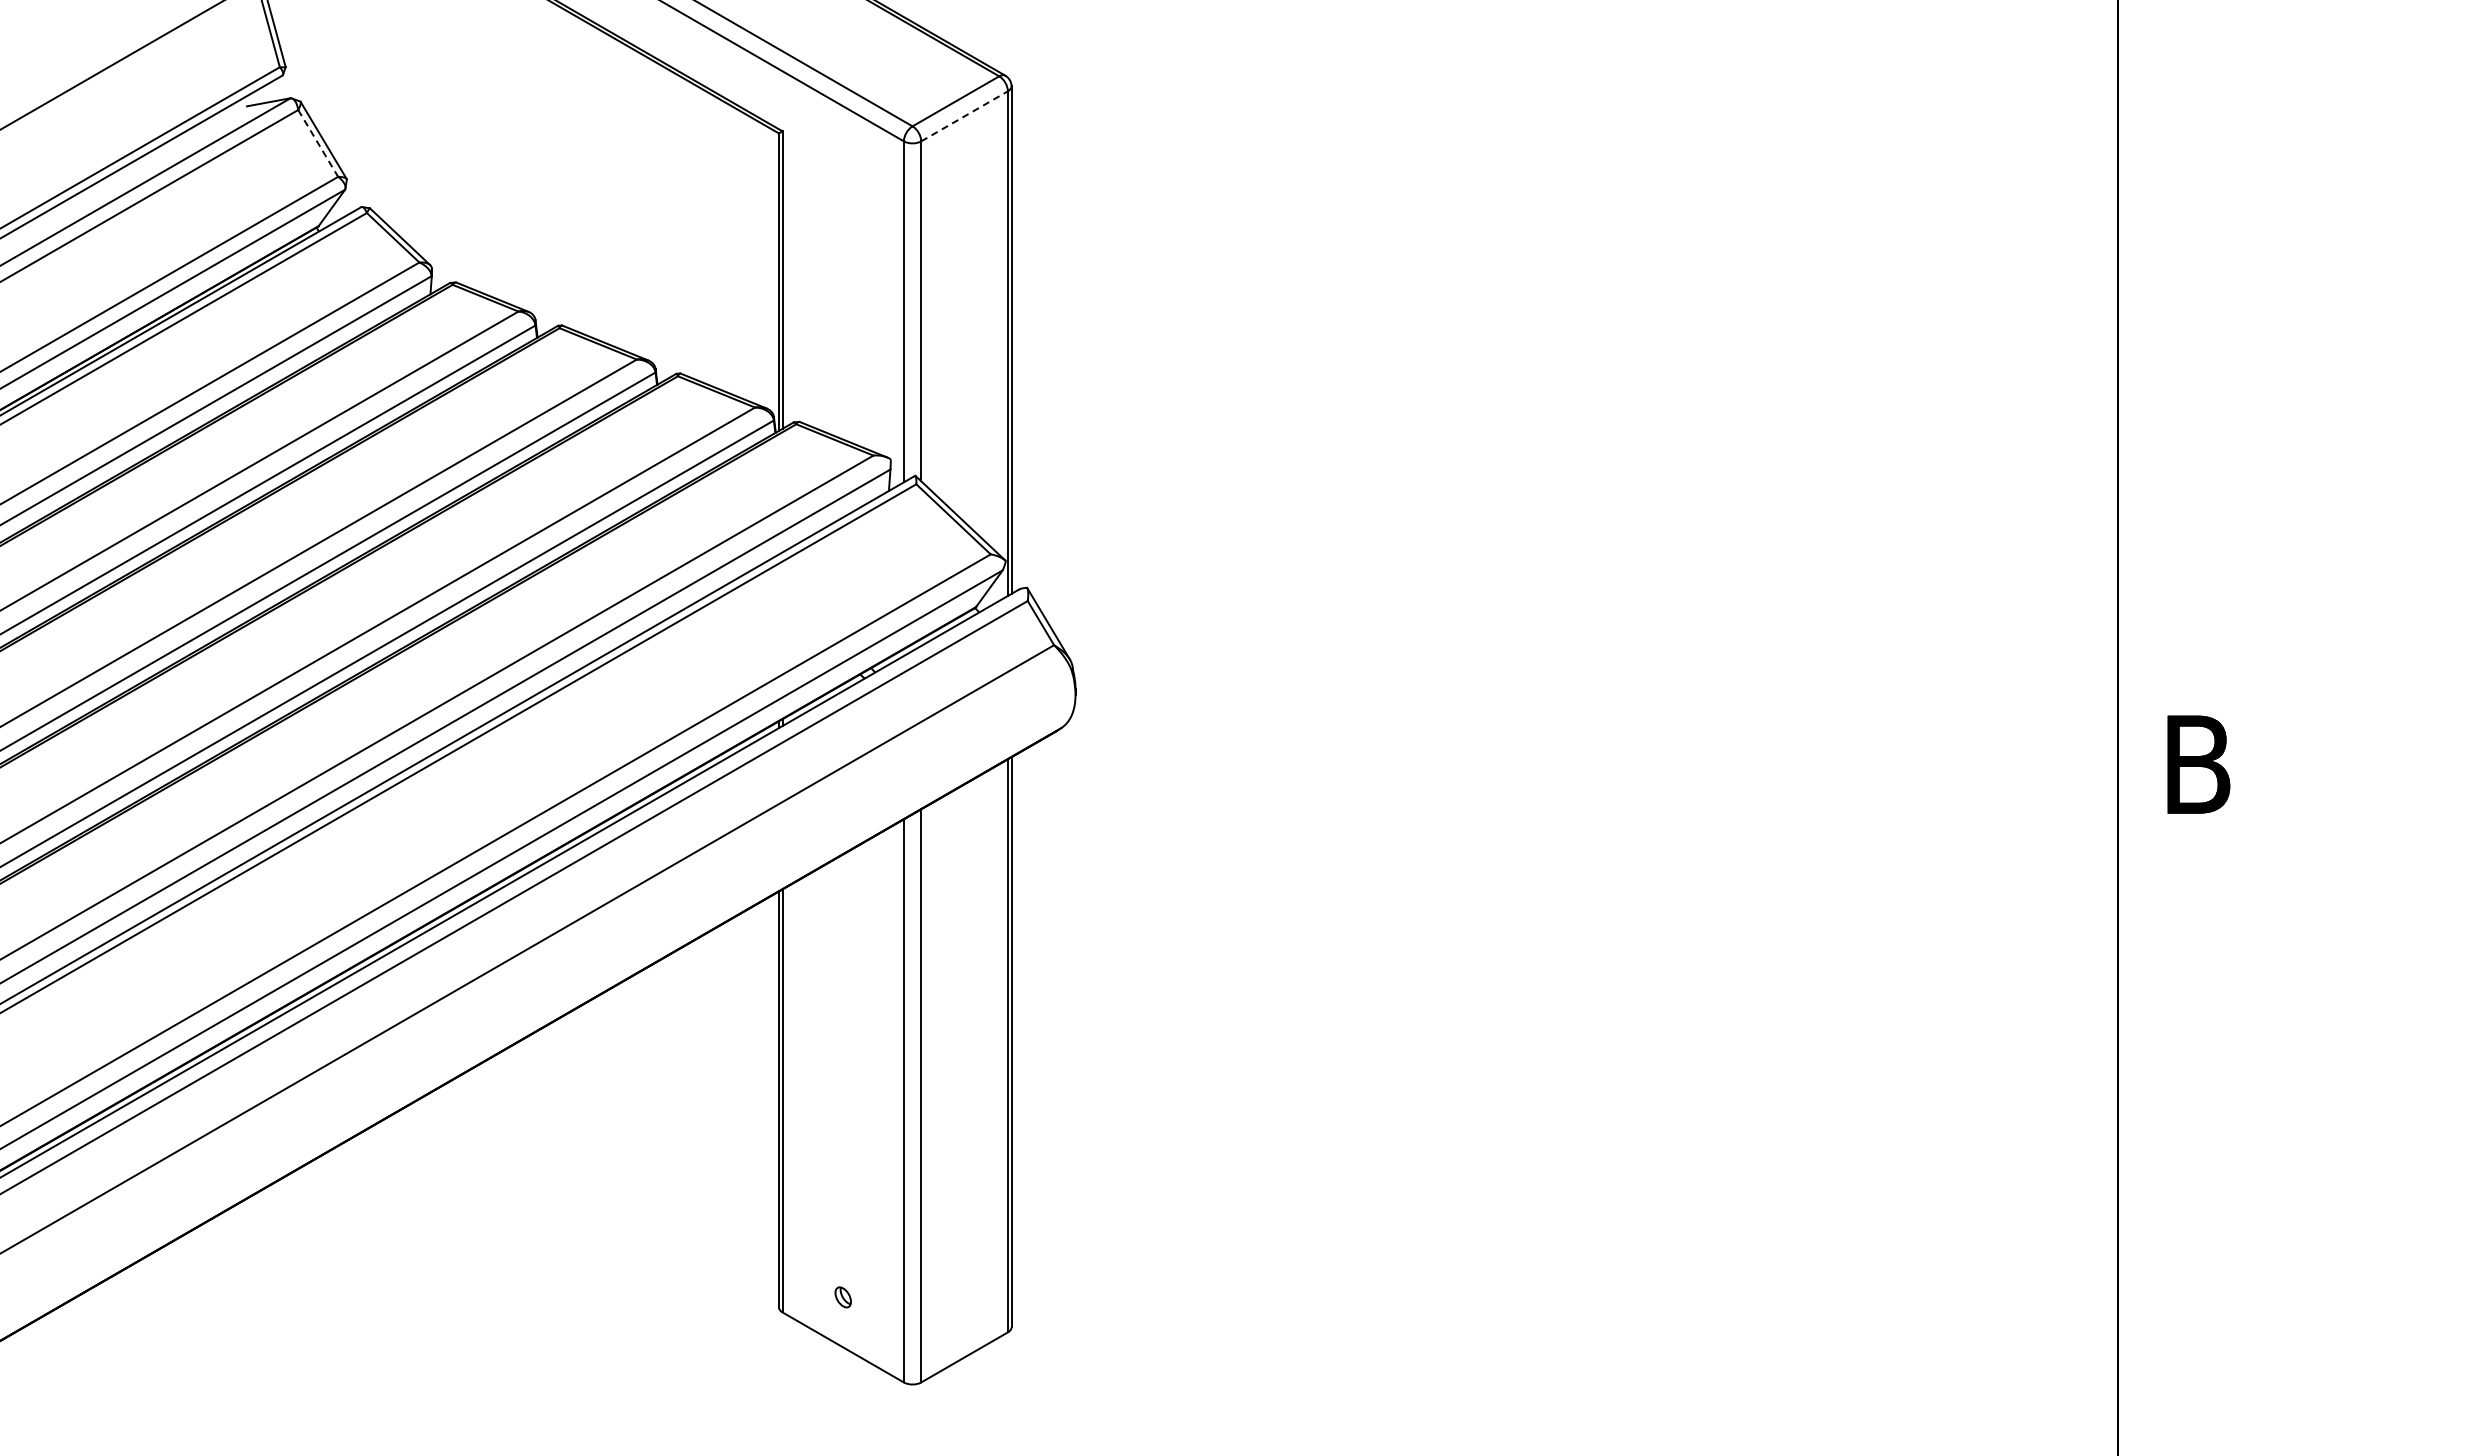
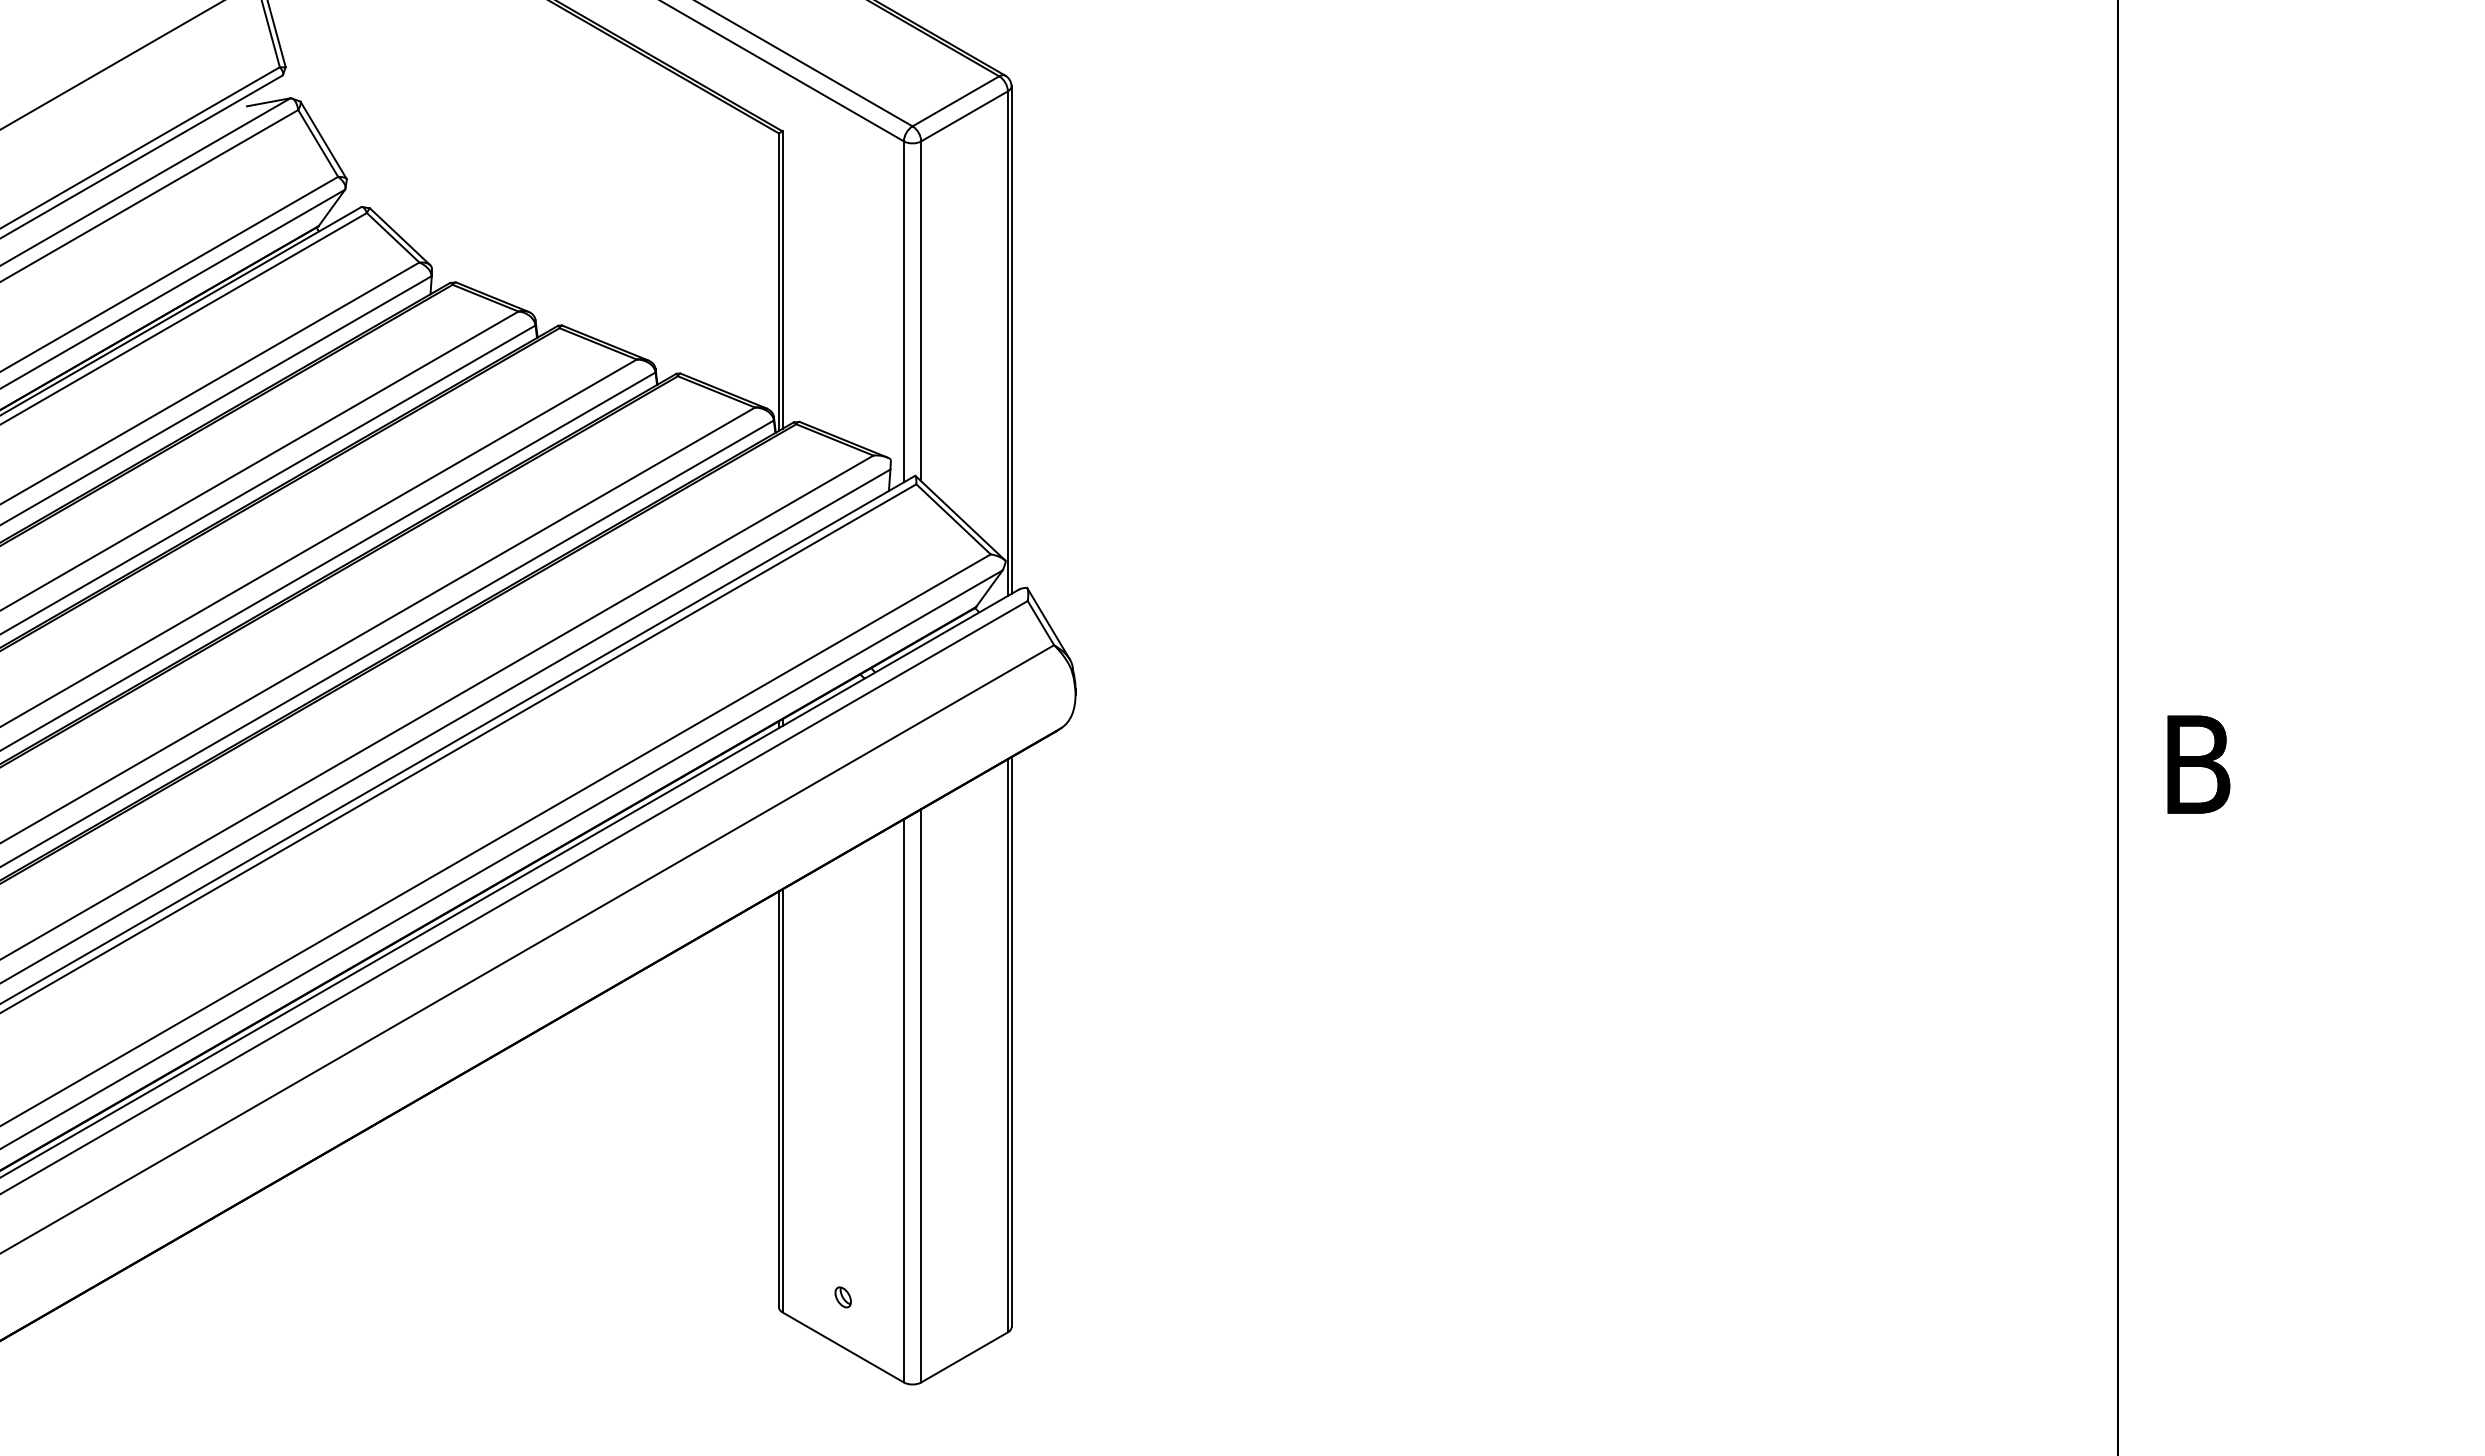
line at (965, 116): dashed -> solid
line at (318, 143): dashed -> solid
